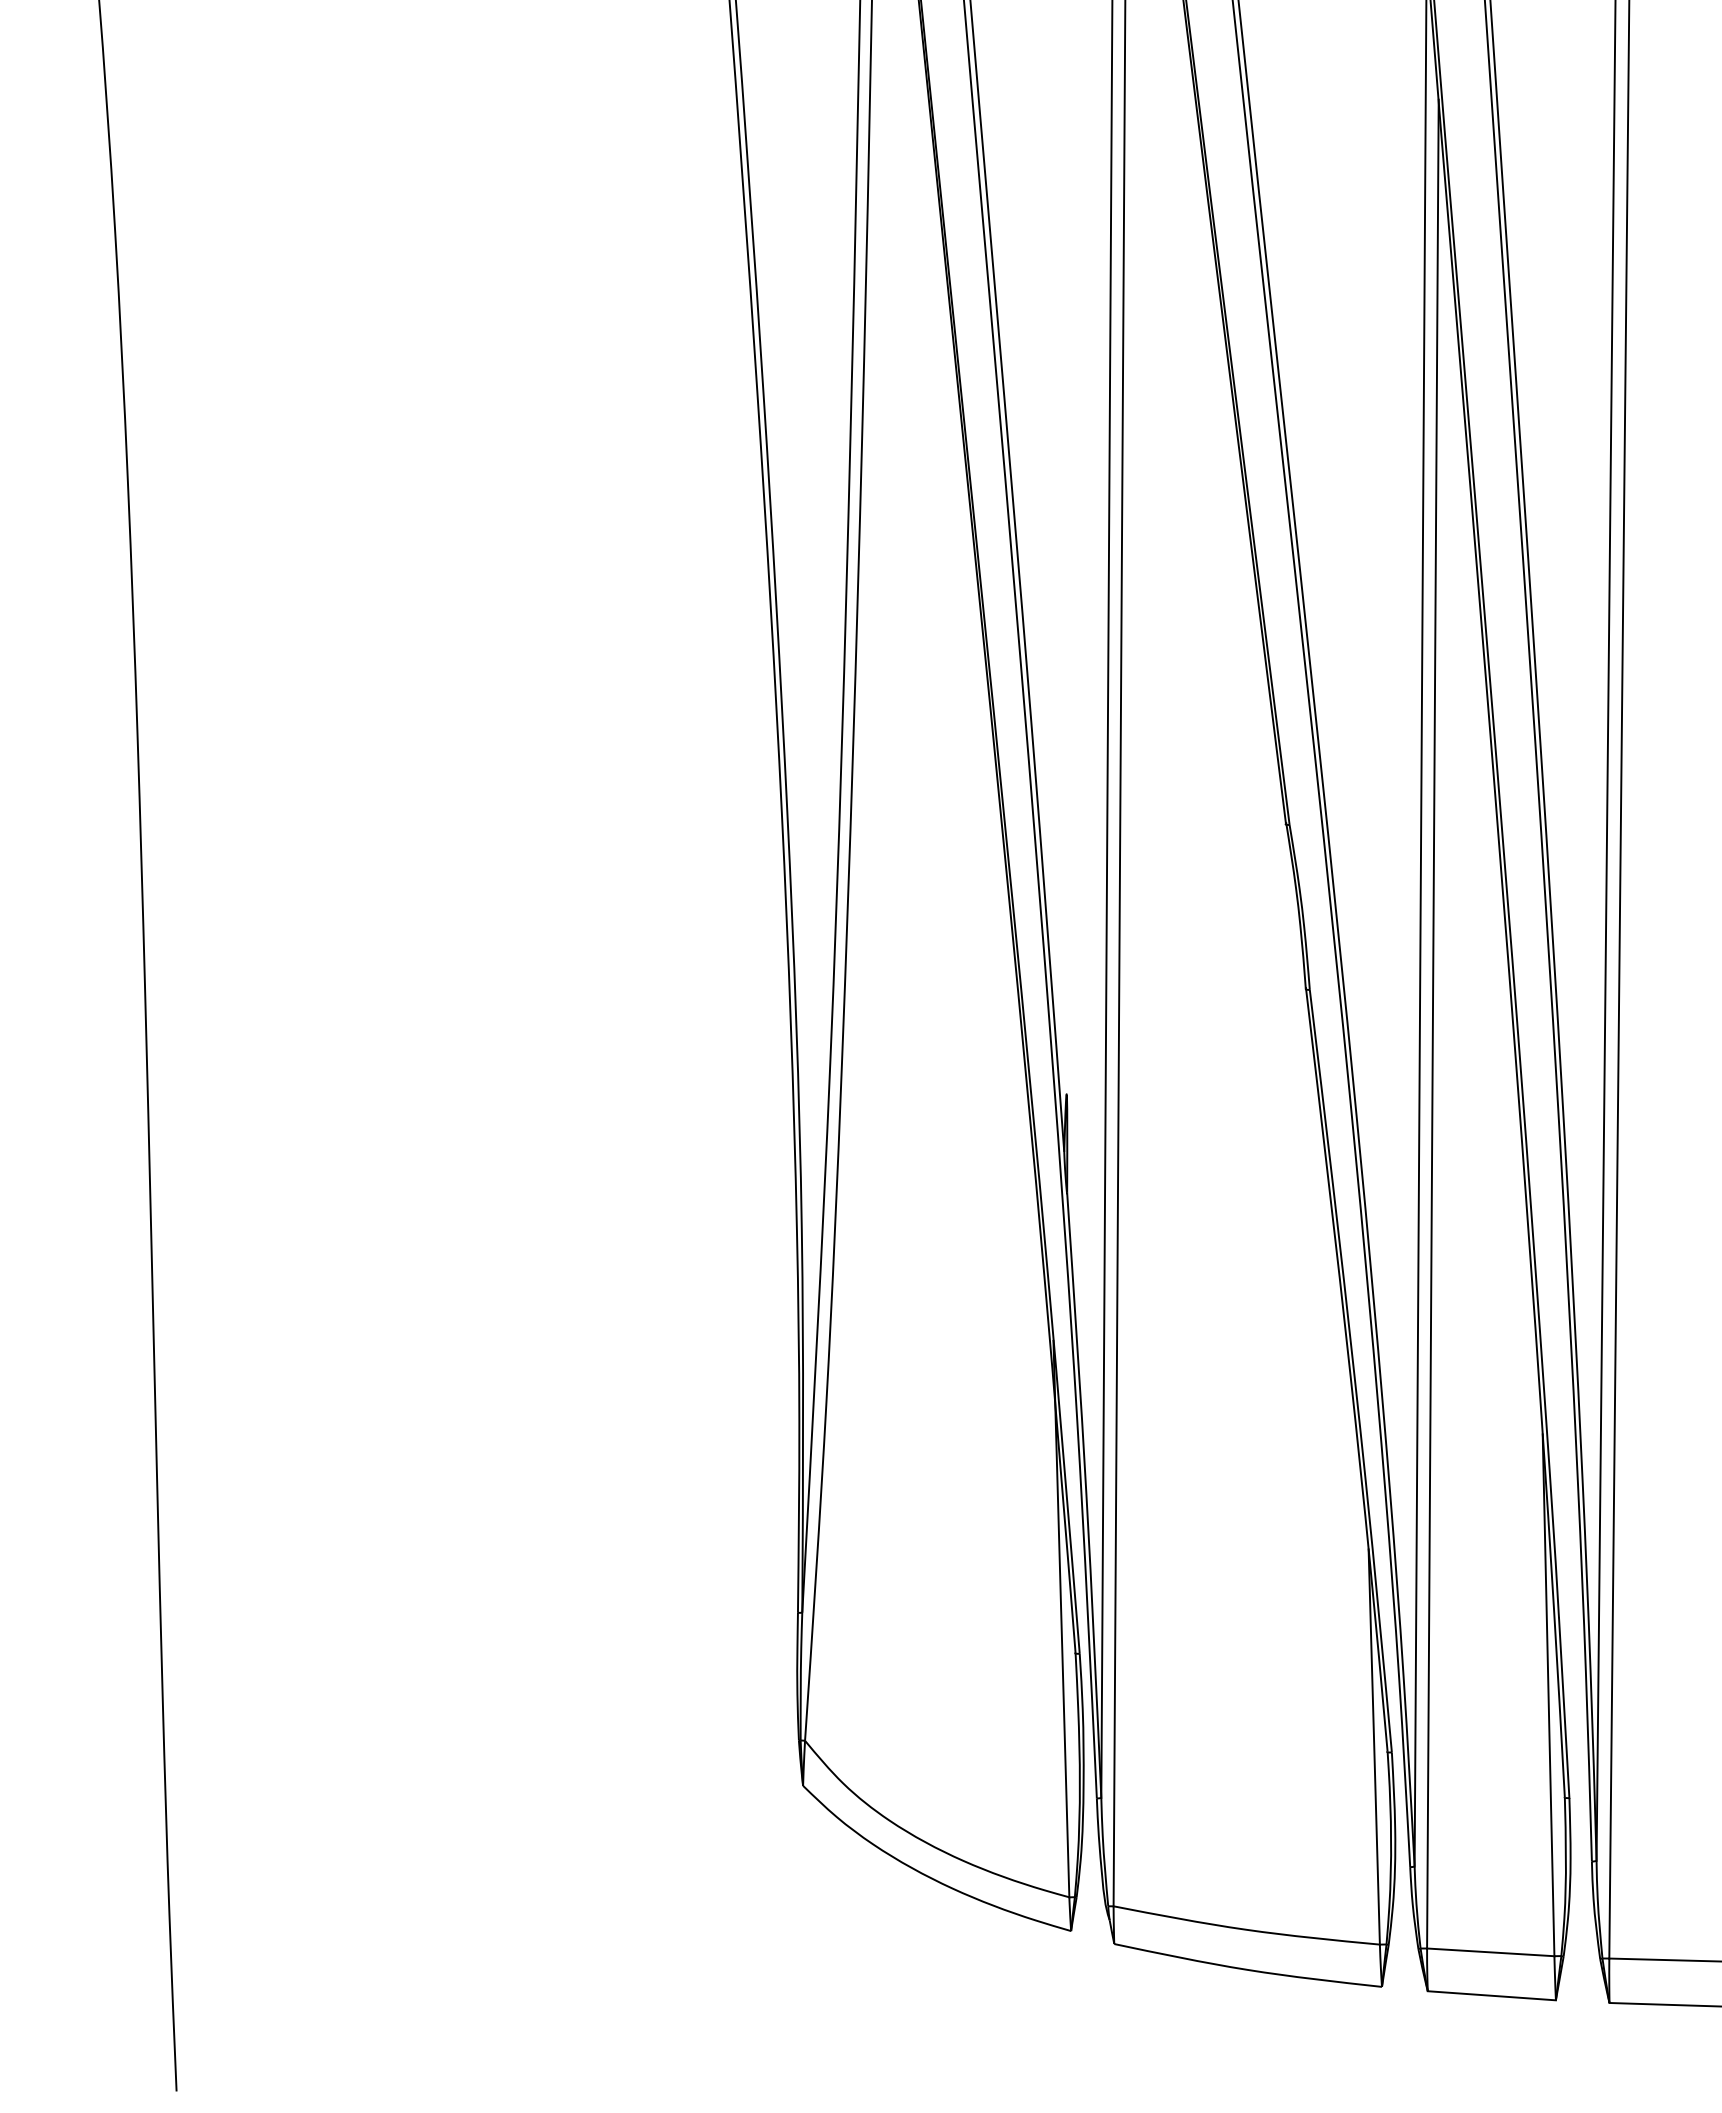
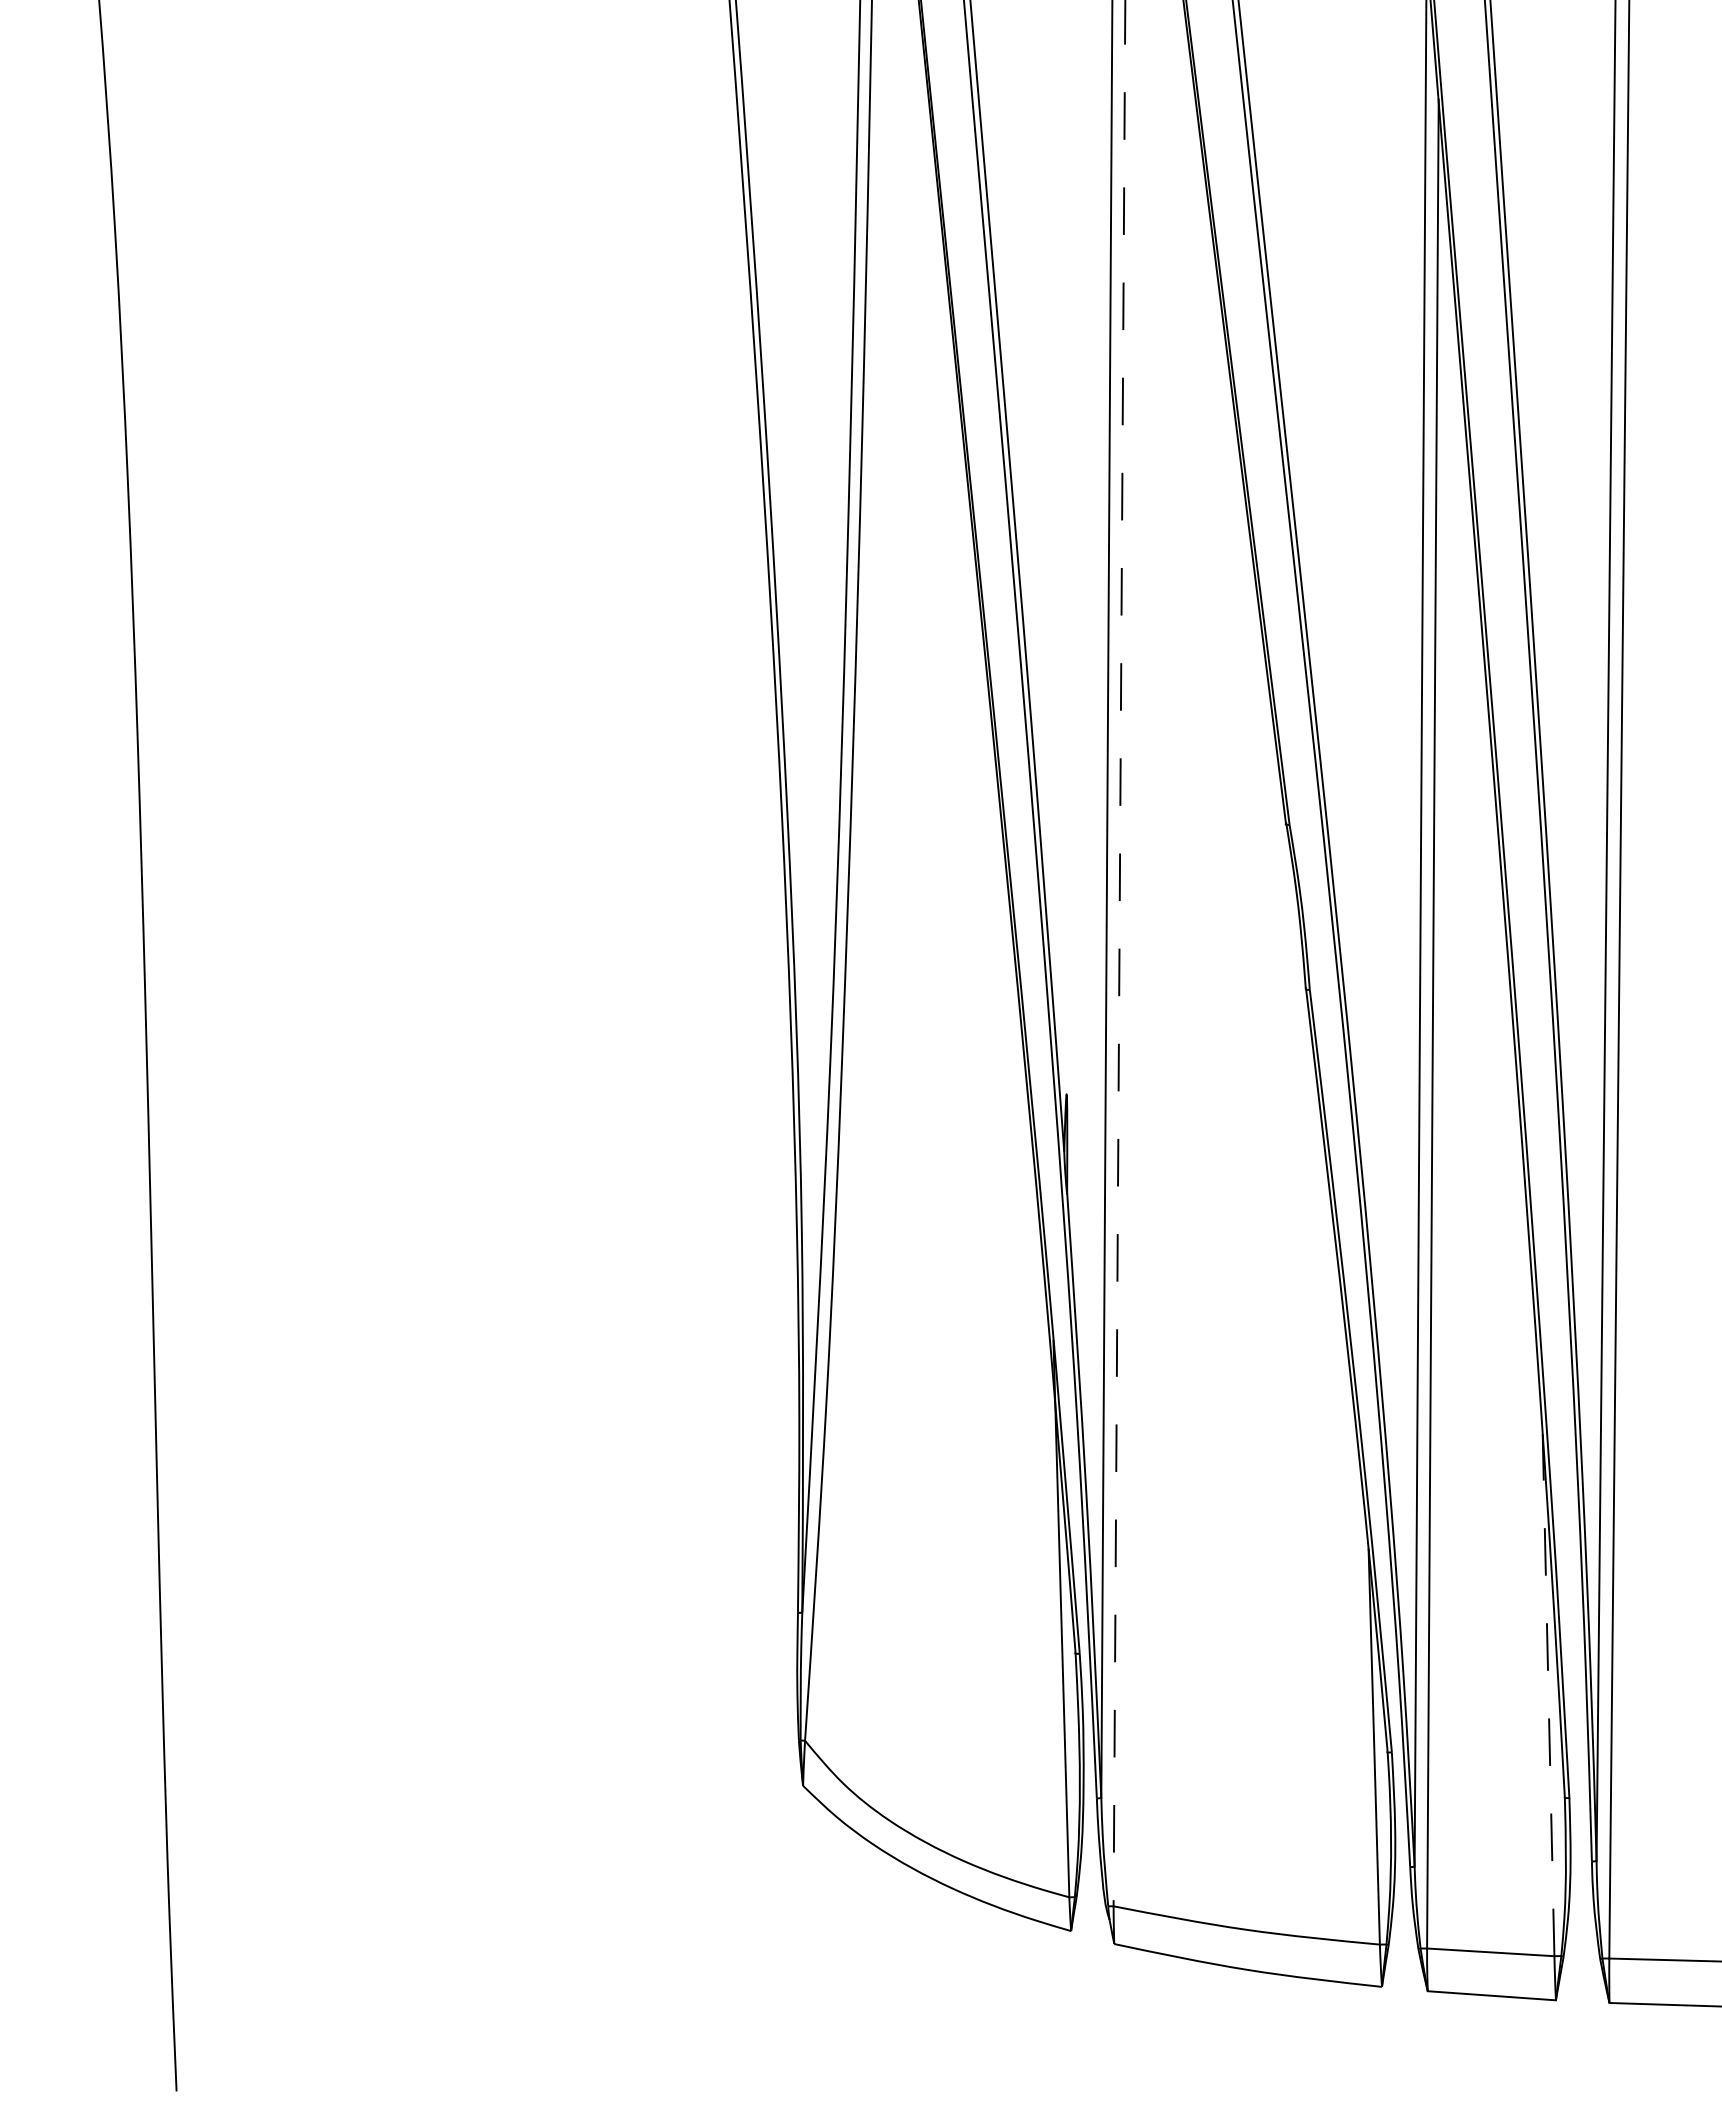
line at (1119, 953): solid -> dashed
line at (1548, 1695): solid -> dashed
